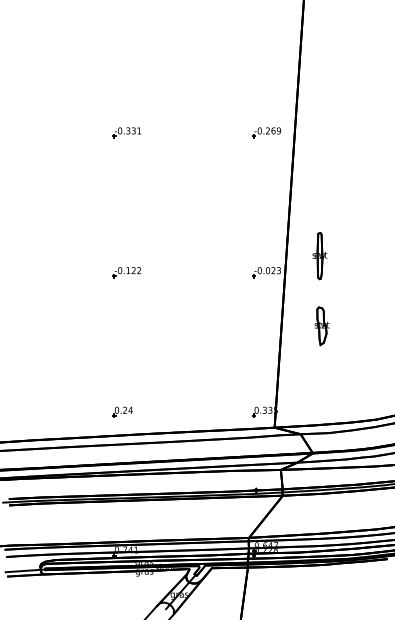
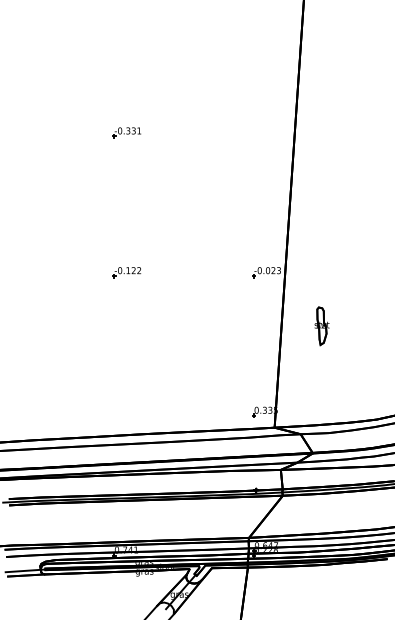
part at (266, 132): present -> none
part at (319, 256): present -> none
part at (122, 411): present -> none
